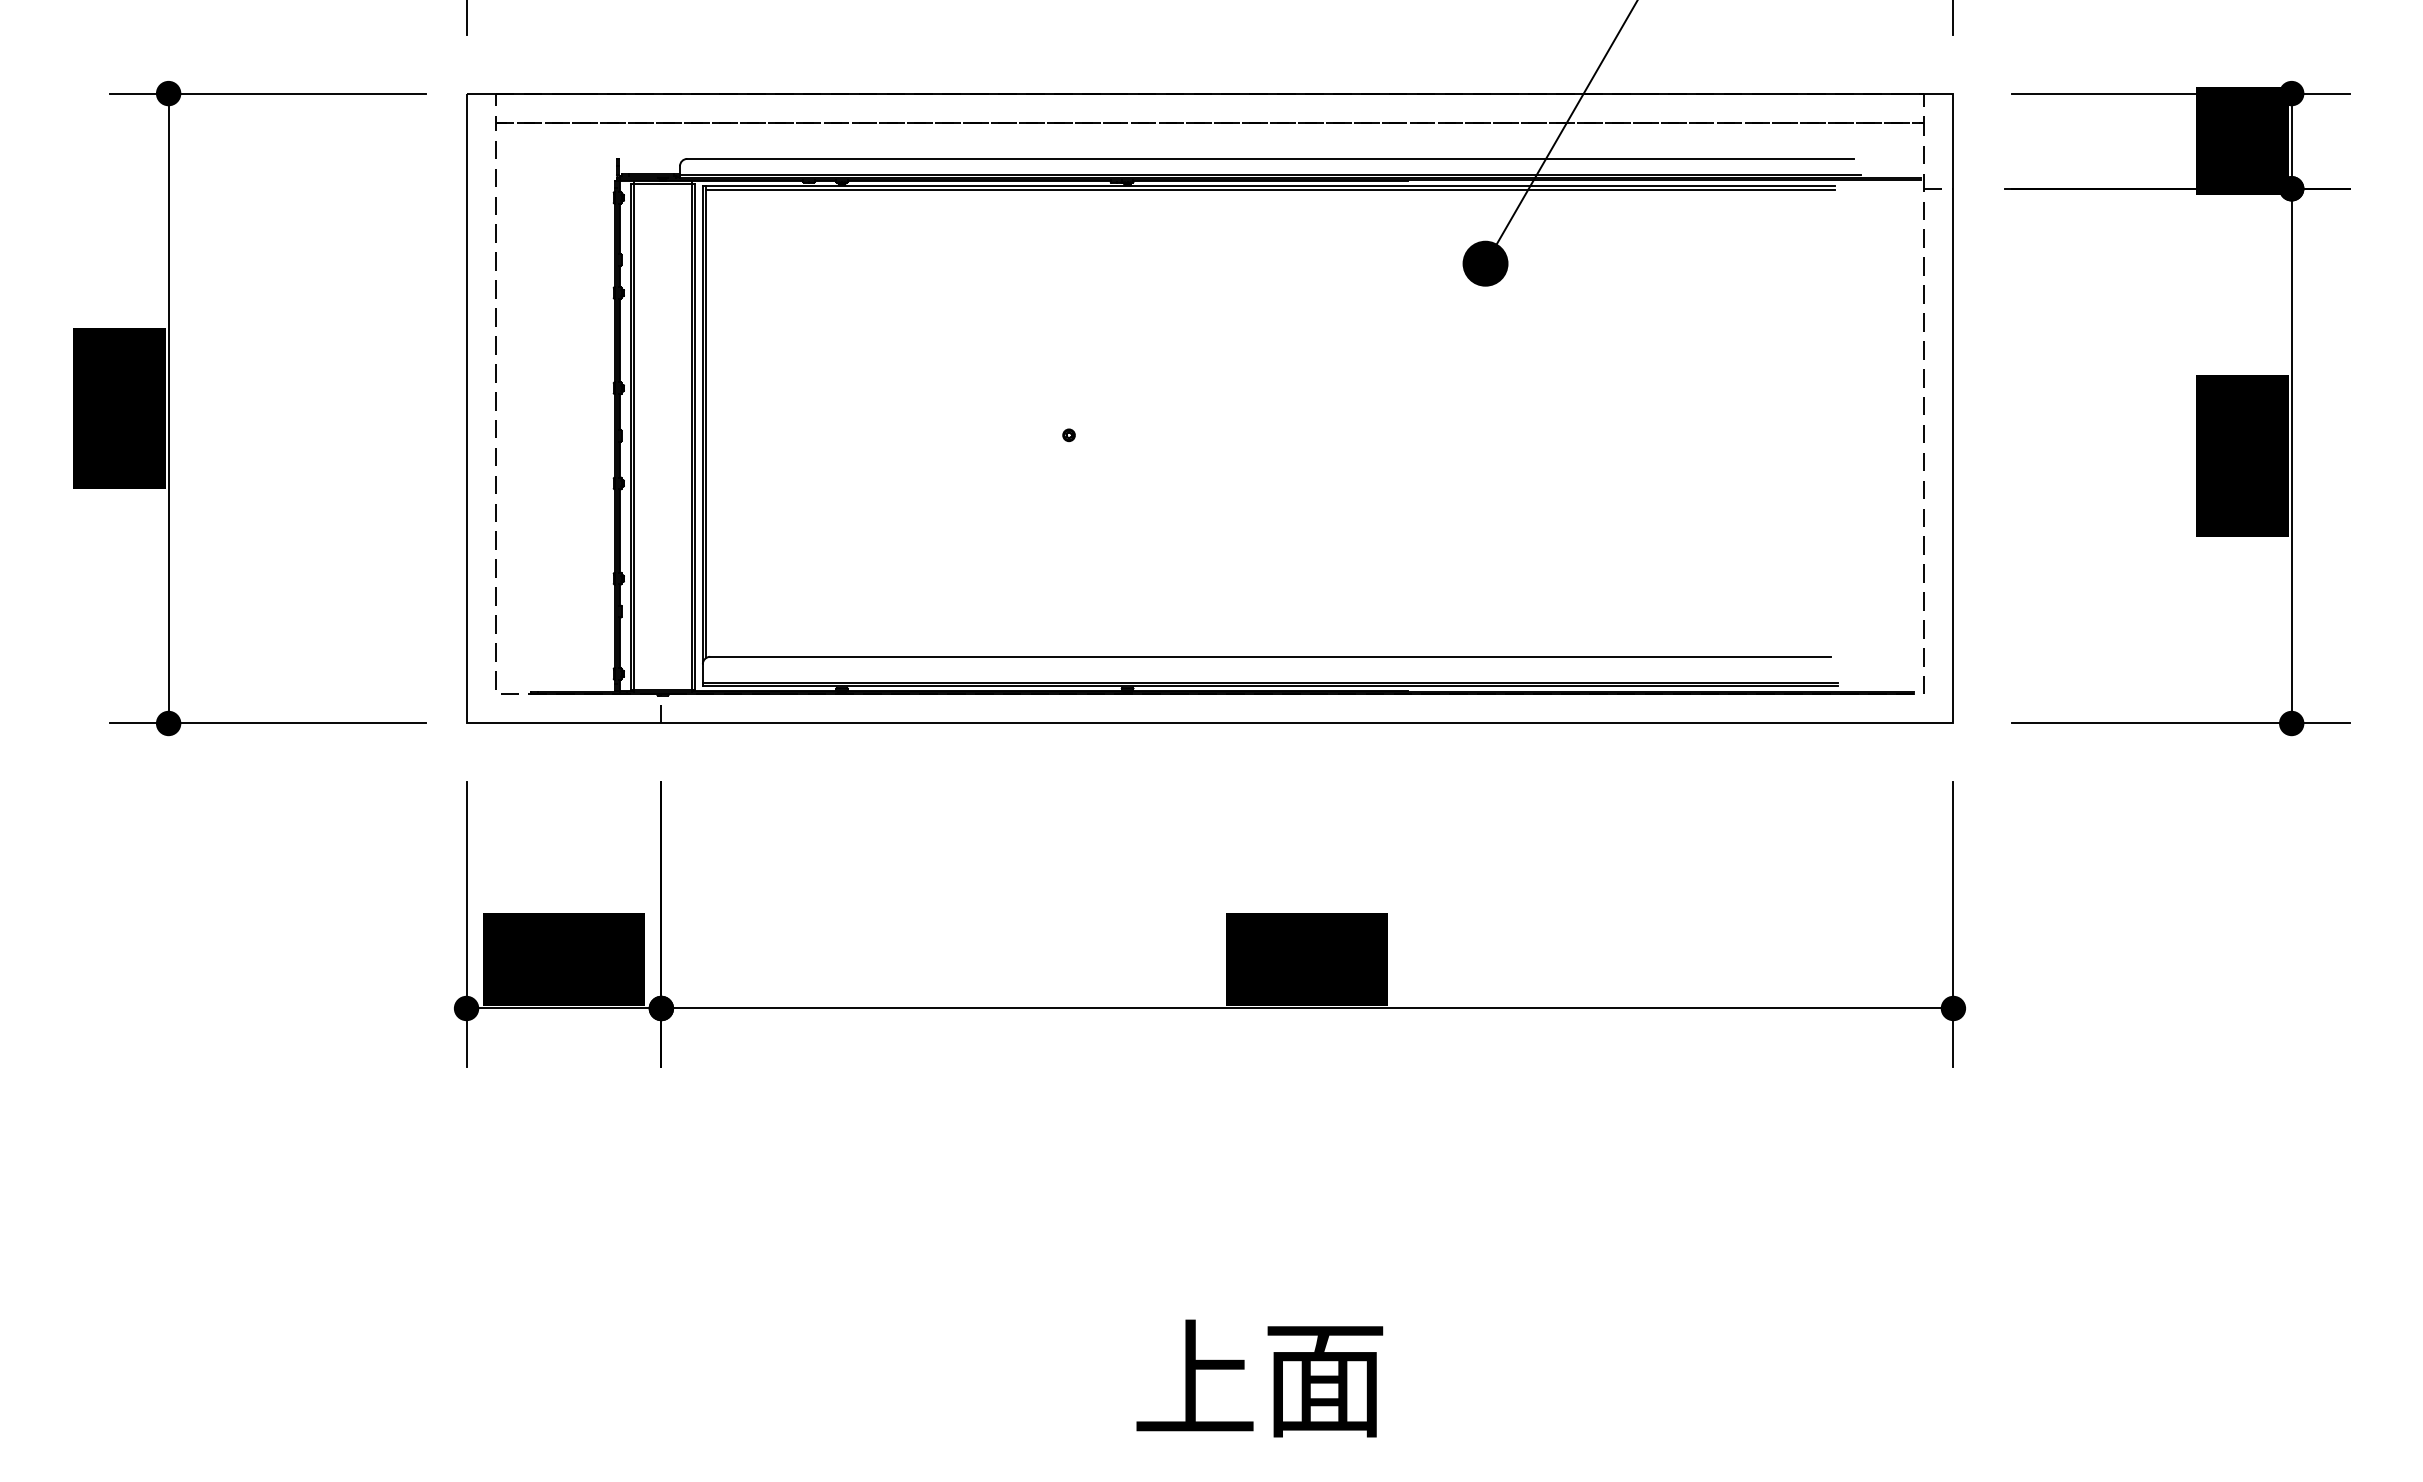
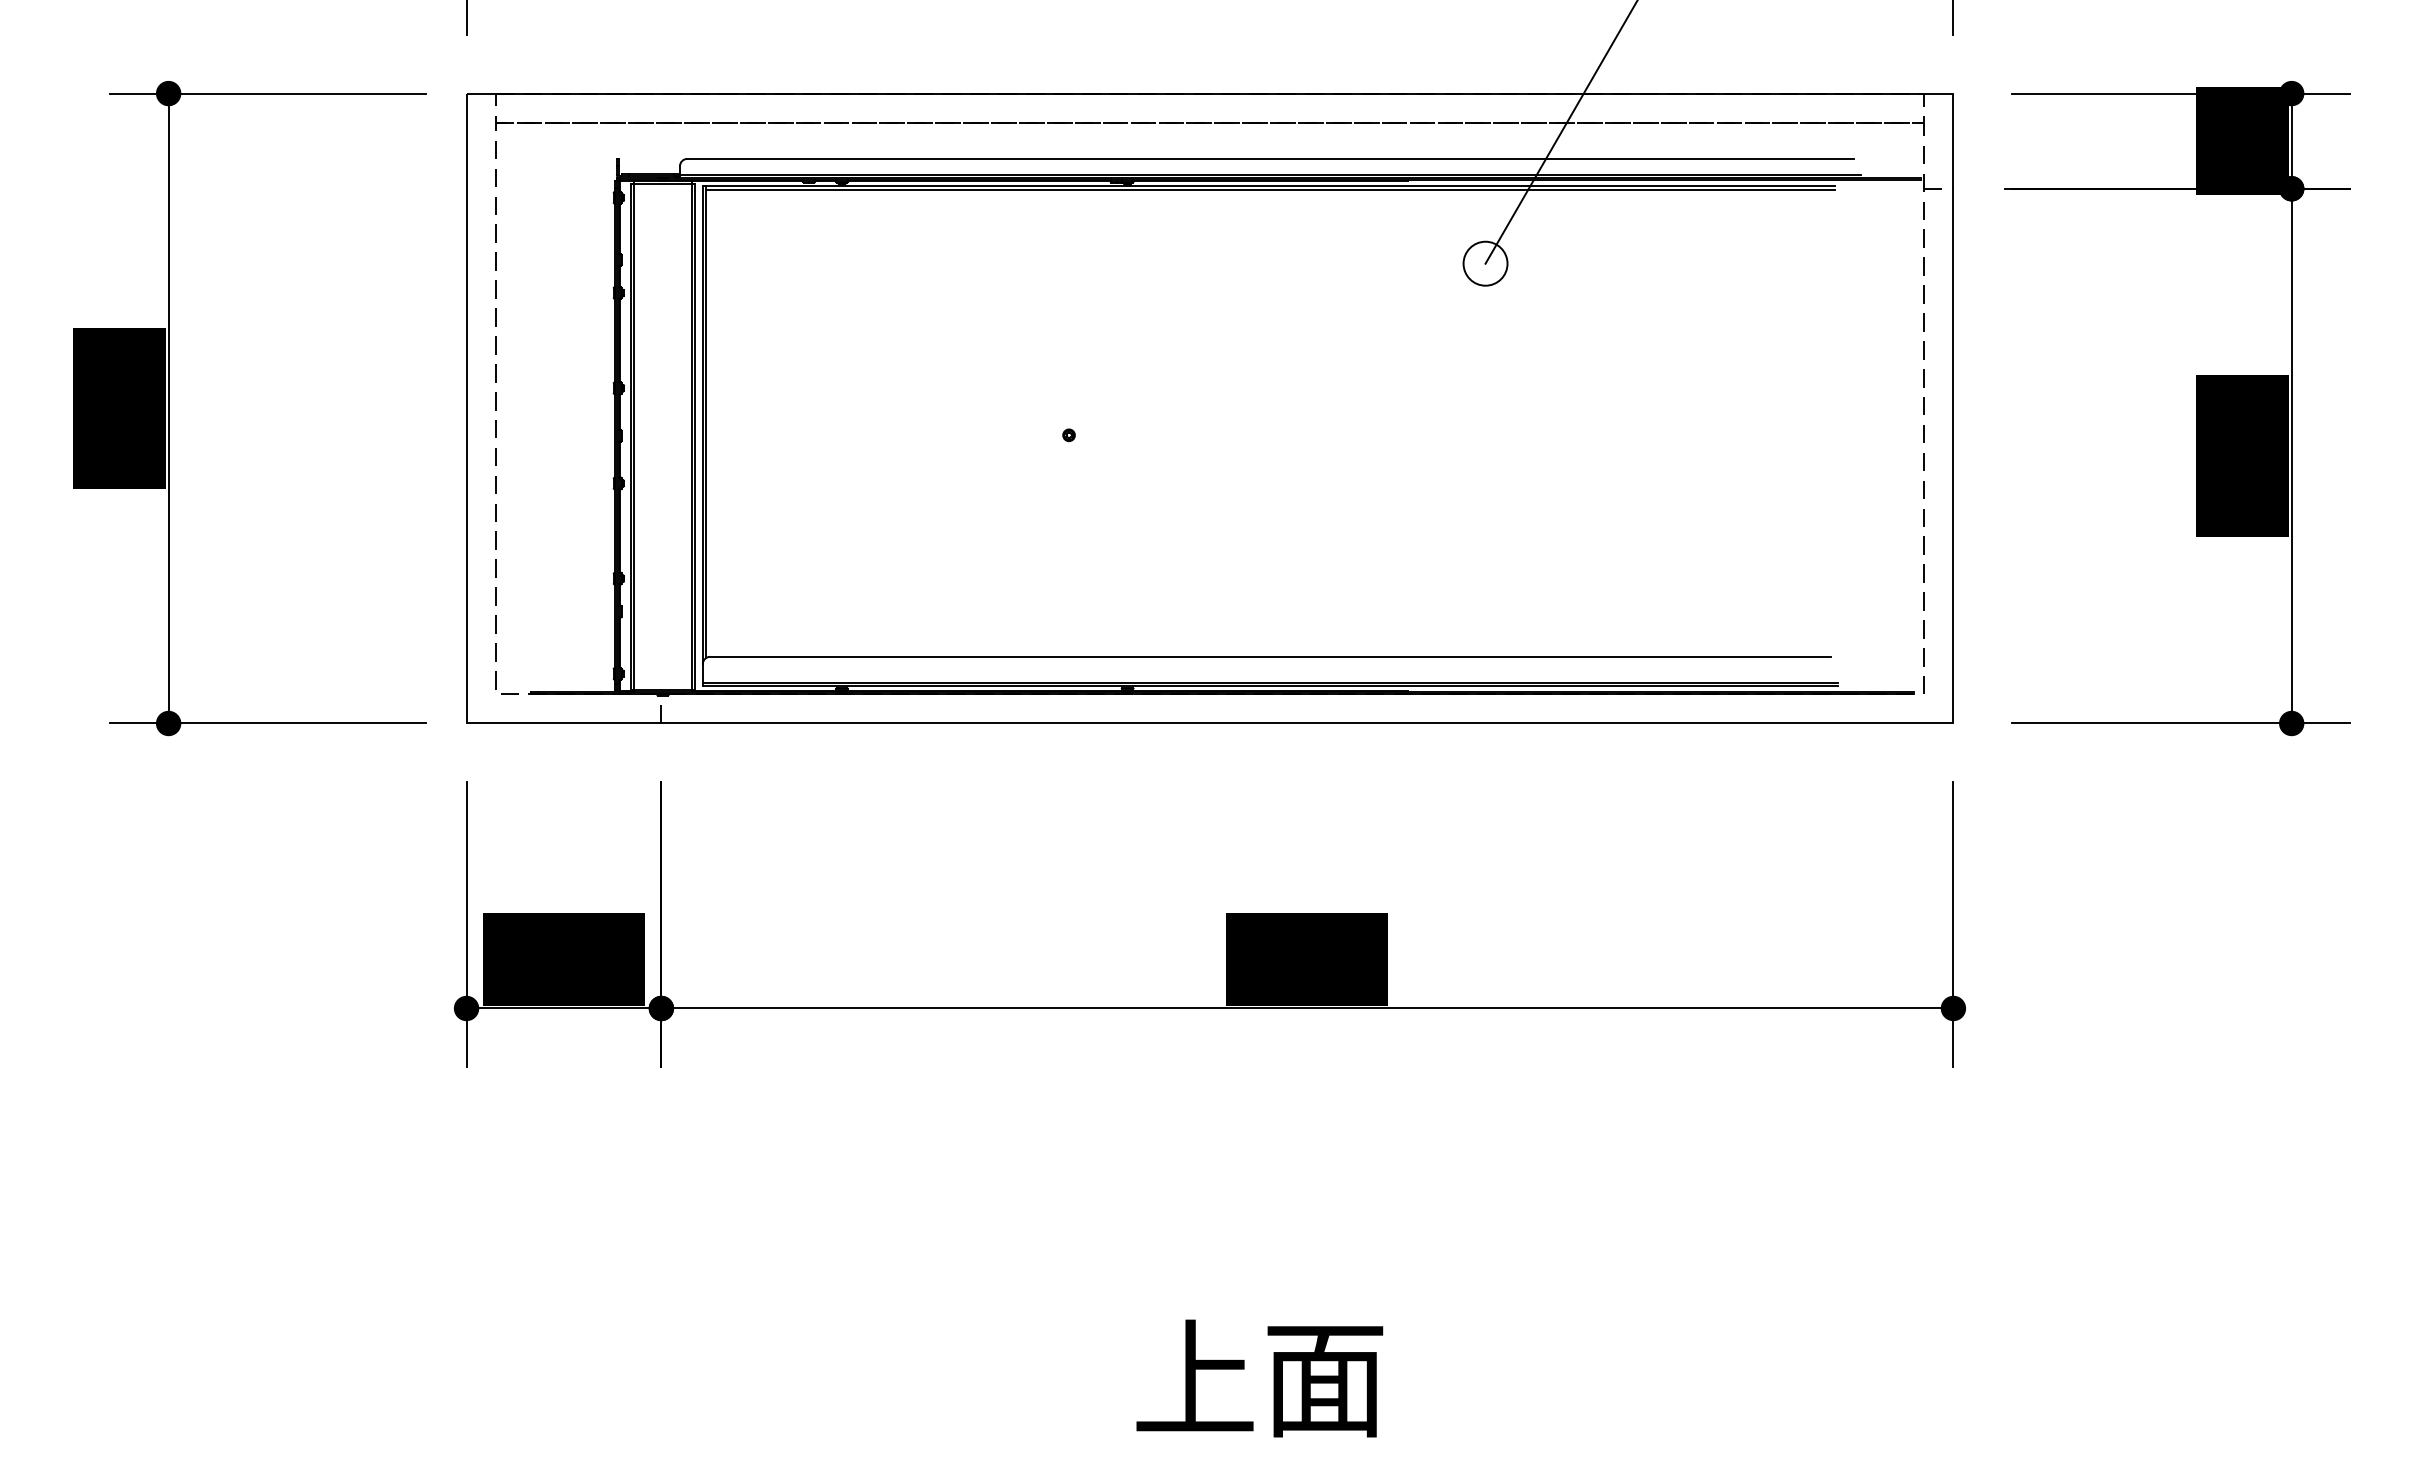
fill at (1485, 263): present -> none
